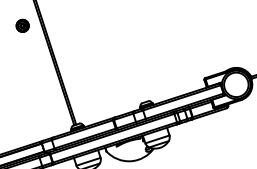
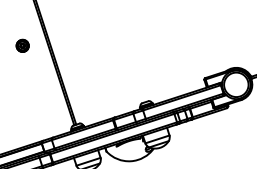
part at (22, 25) position: (22, 25) -> (22, 45)
